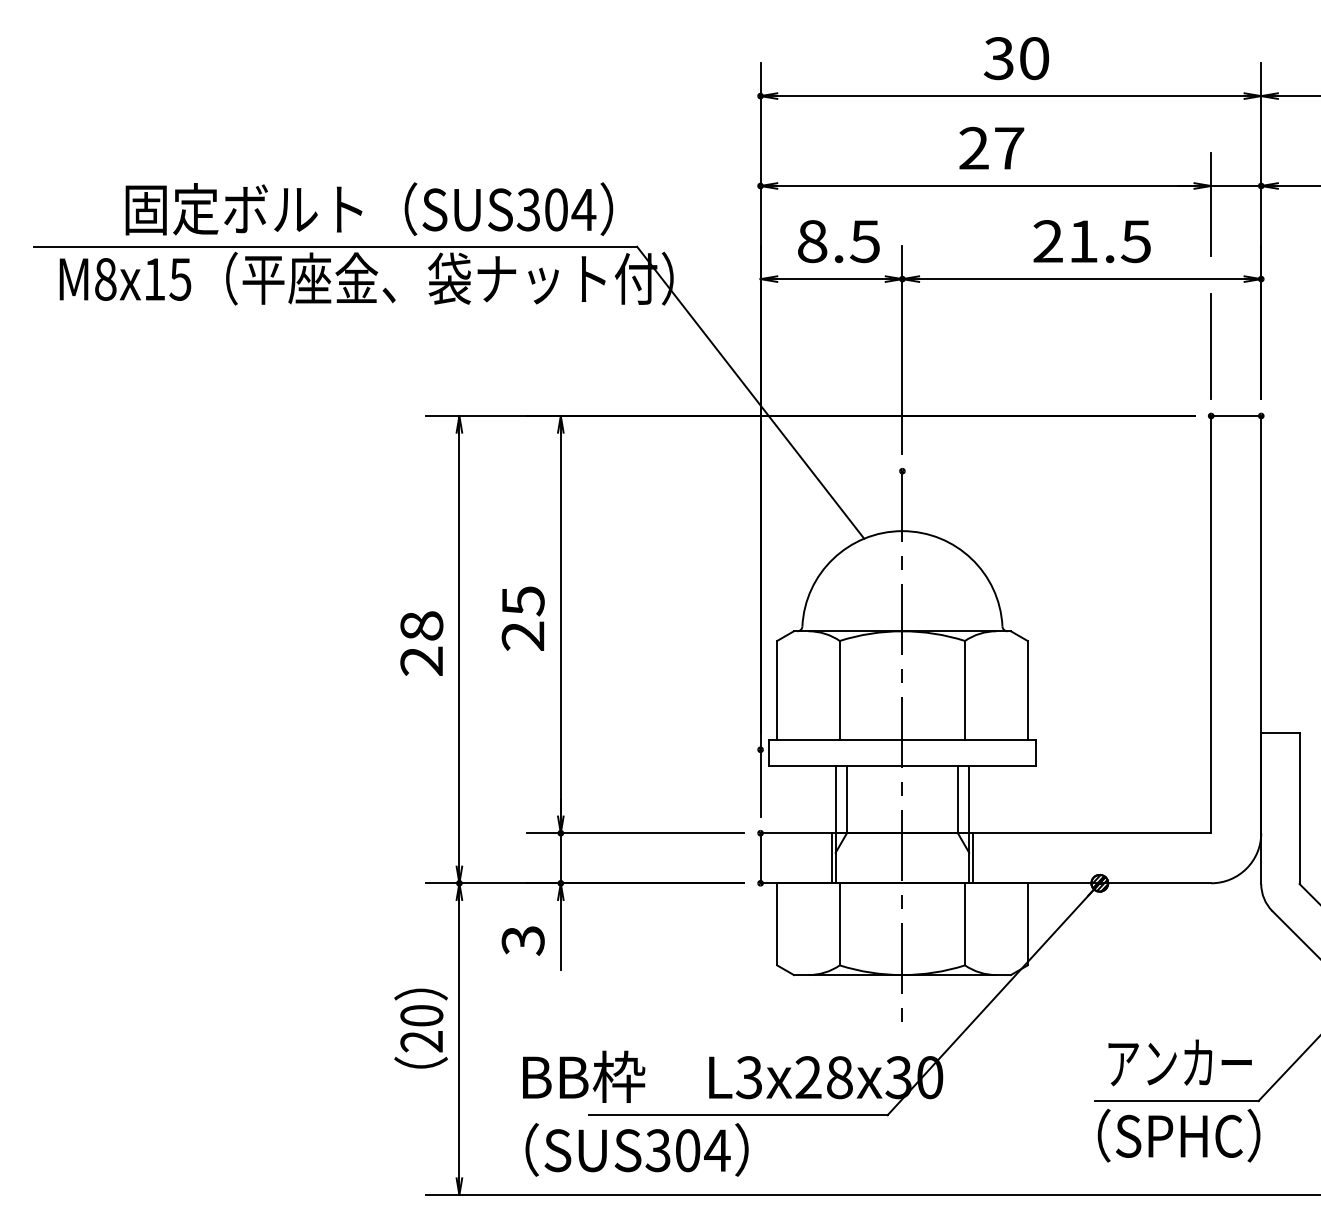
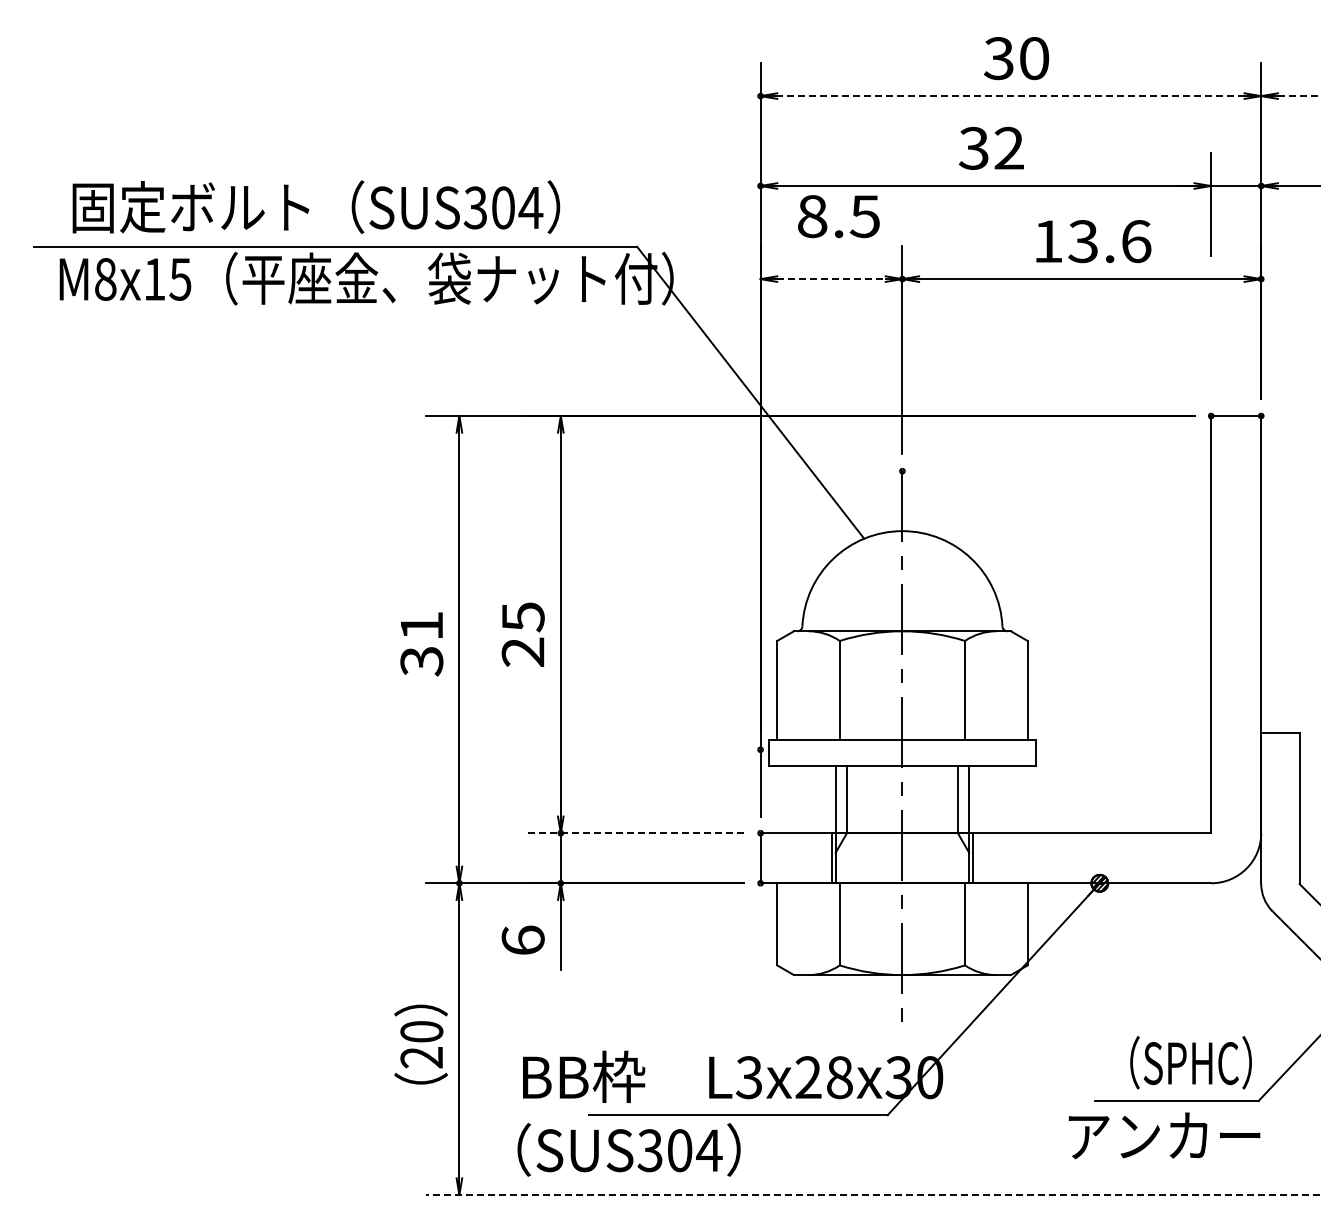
line at (1010, 96): solid -> dashed
line at (1299, 96): solid -> dashed
text at (991, 147): 27 -> 32
text at (369, 208) position: (369, 208) -> (316, 206)
text at (838, 241) position: (838, 241) -> (838, 216)
text at (1092, 241): 21.5 -> 13.6
line at (832, 279): solid -> dashed
line at (1211, 346): present -> none
text at (522, 618) position: (522, 618) -> (522, 634)
text at (421, 643): 28 -> 31
line at (635, 833): solid -> dashed
text at (522, 940): 3 -> 6
text at (420, 1028) position: (420, 1028) -> (420, 1044)
text at (1179, 1062): アンカー -> （SPHC）
text at (1164, 1135): （SPHC） -> アンカー
text at (636, 1149) position: (636, 1149) -> (628, 1149)
line at (872, 1195): solid -> dashed
